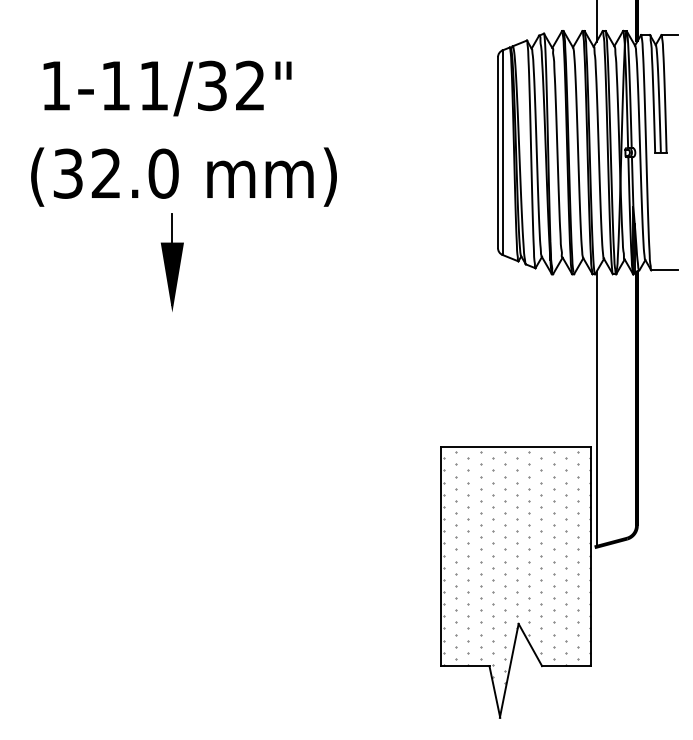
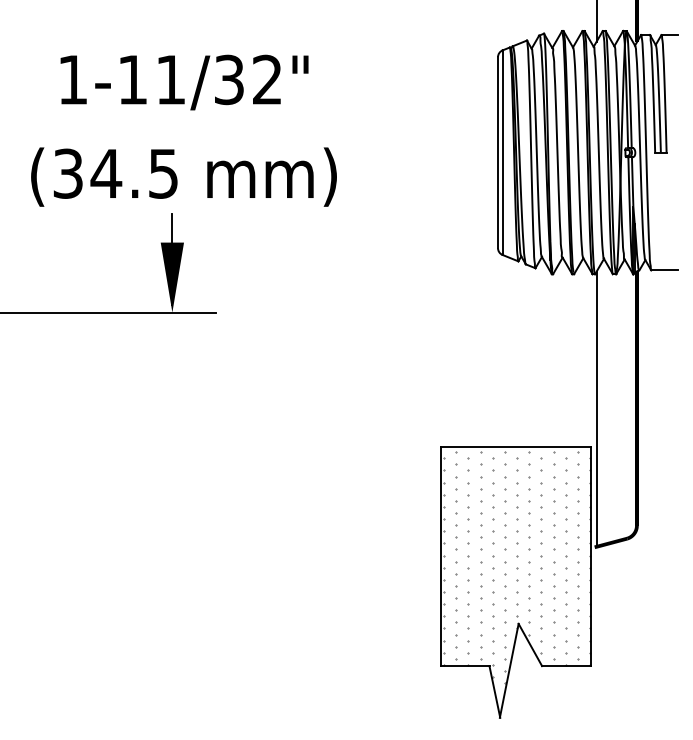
text at (167, 88) position: (167, 88) -> (184, 82)
text at (134, 173): (32.0 -> (34.5
line at (108, 312): none -> present
